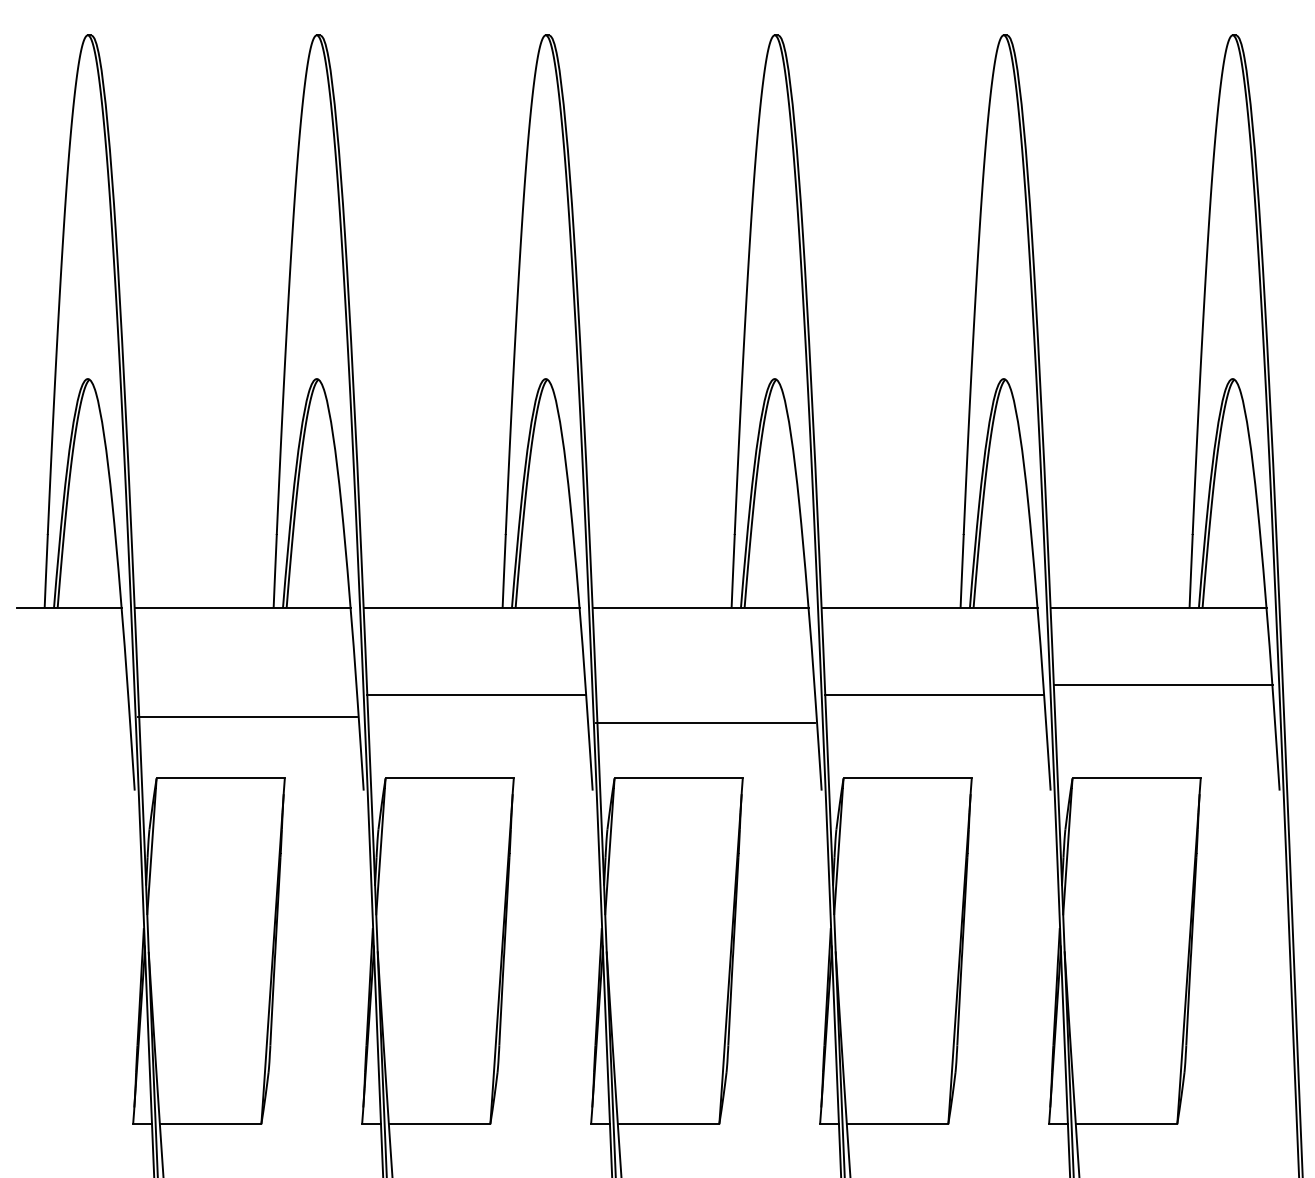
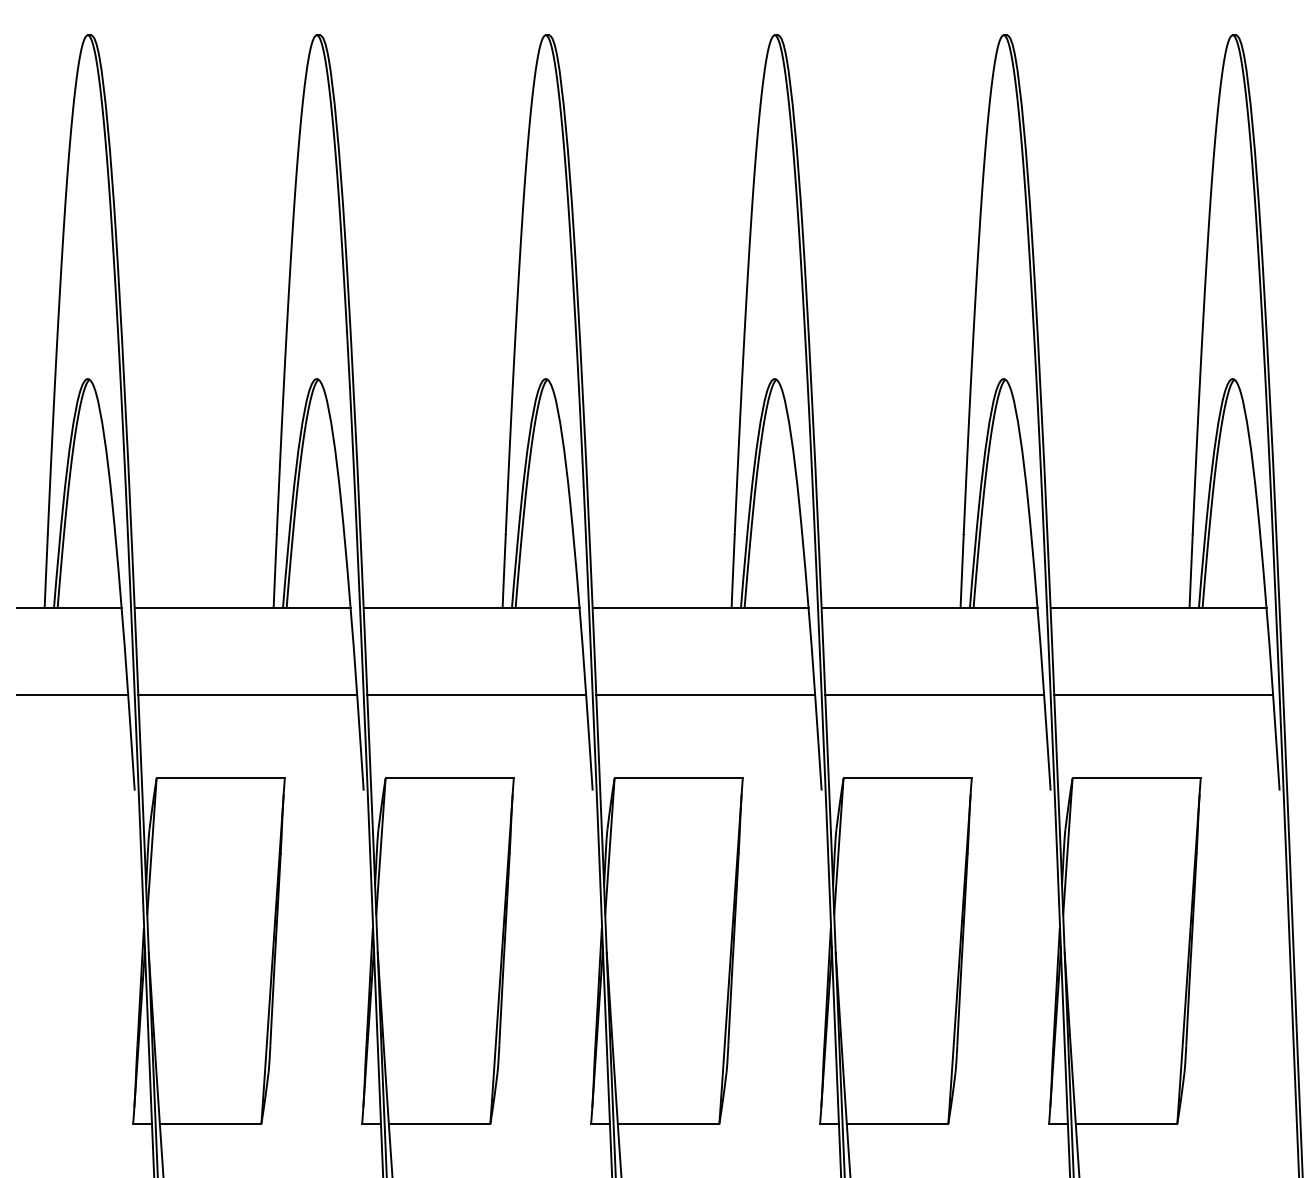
line at (1163, 684) position: (1163, 684) -> (1163, 694)
line at (72, 694): none -> present
line at (247, 716) position: (247, 716) -> (247, 694)
line at (705, 722) position: (705, 722) -> (705, 694)
